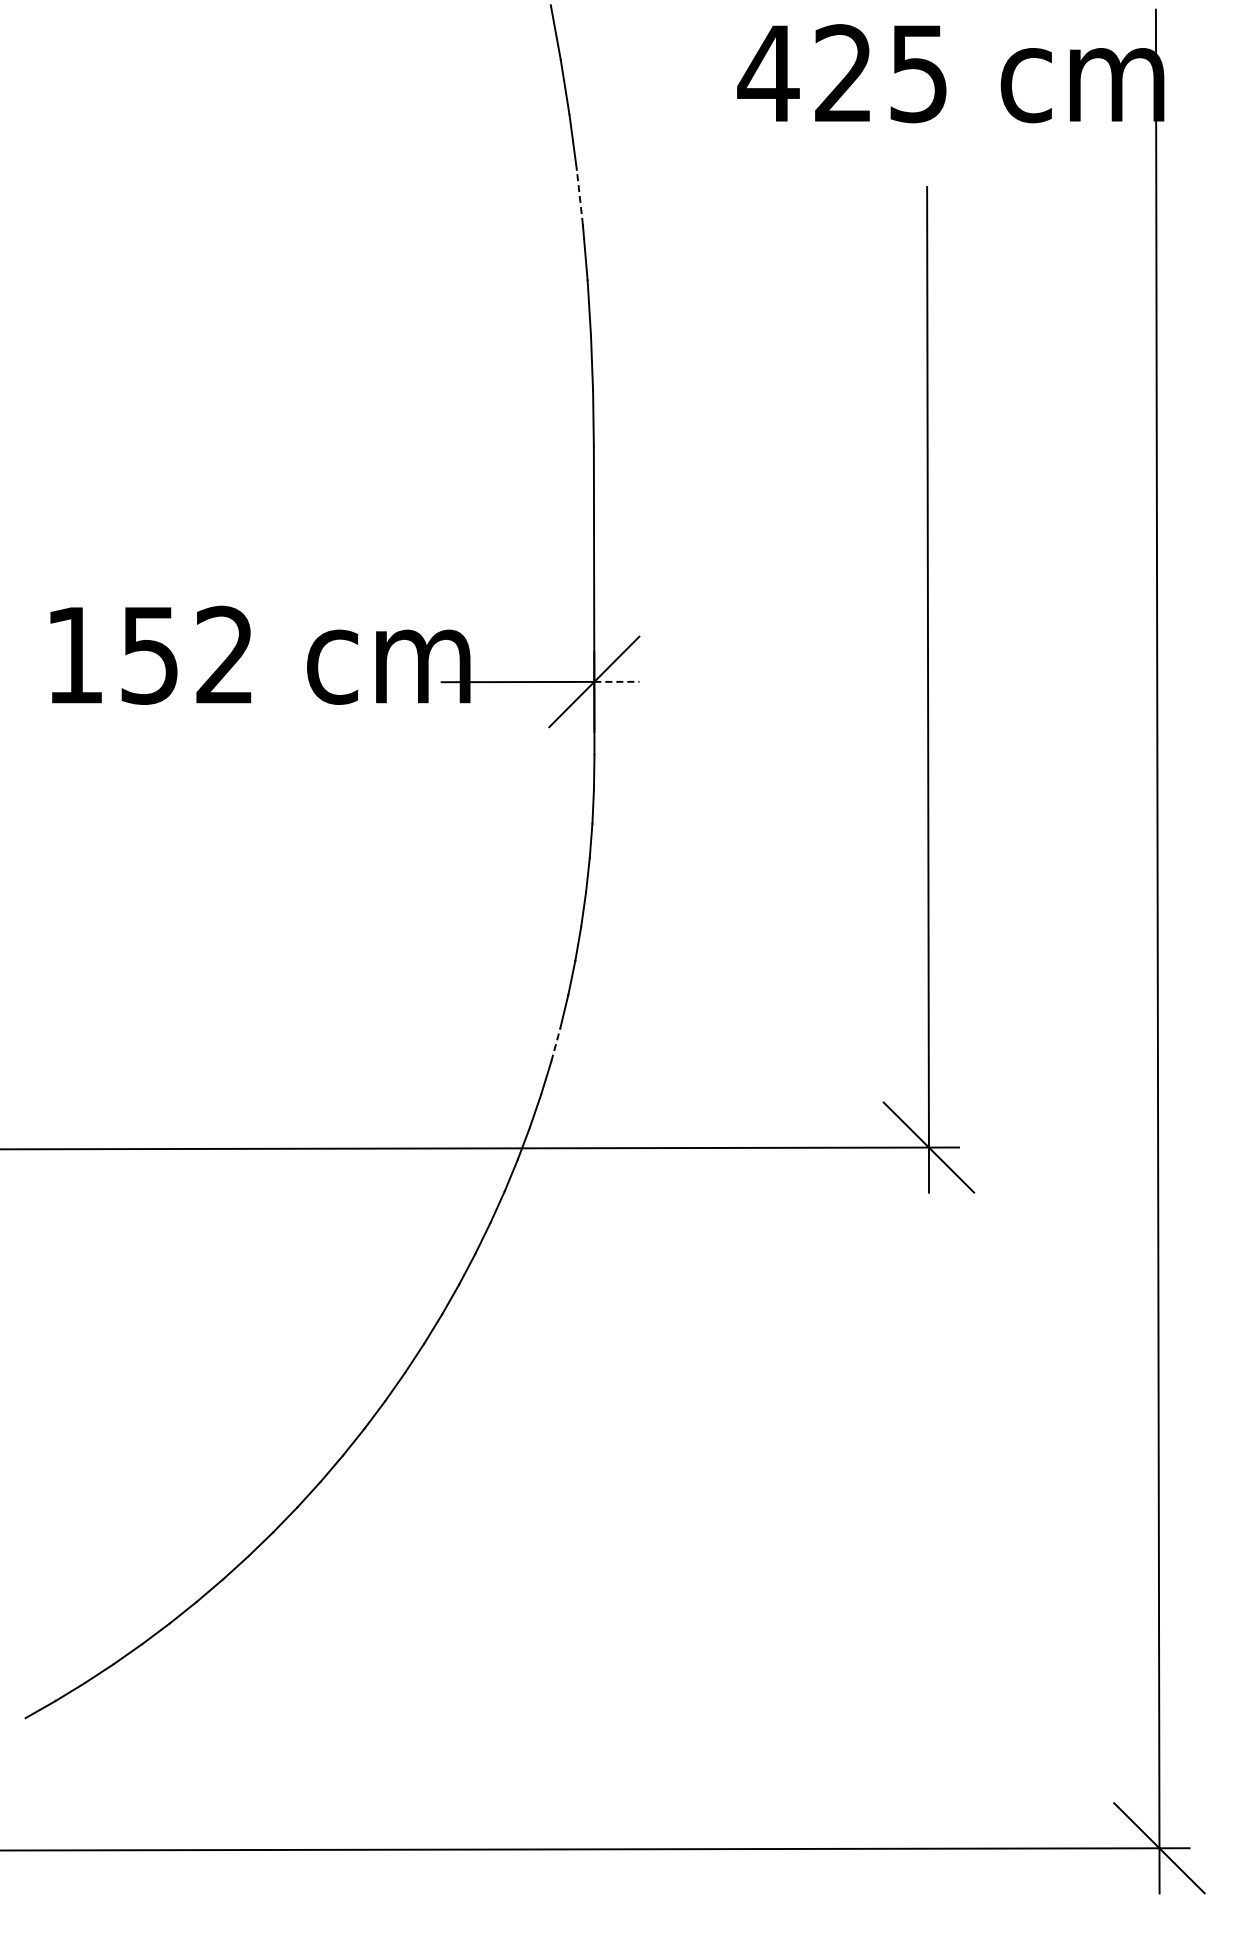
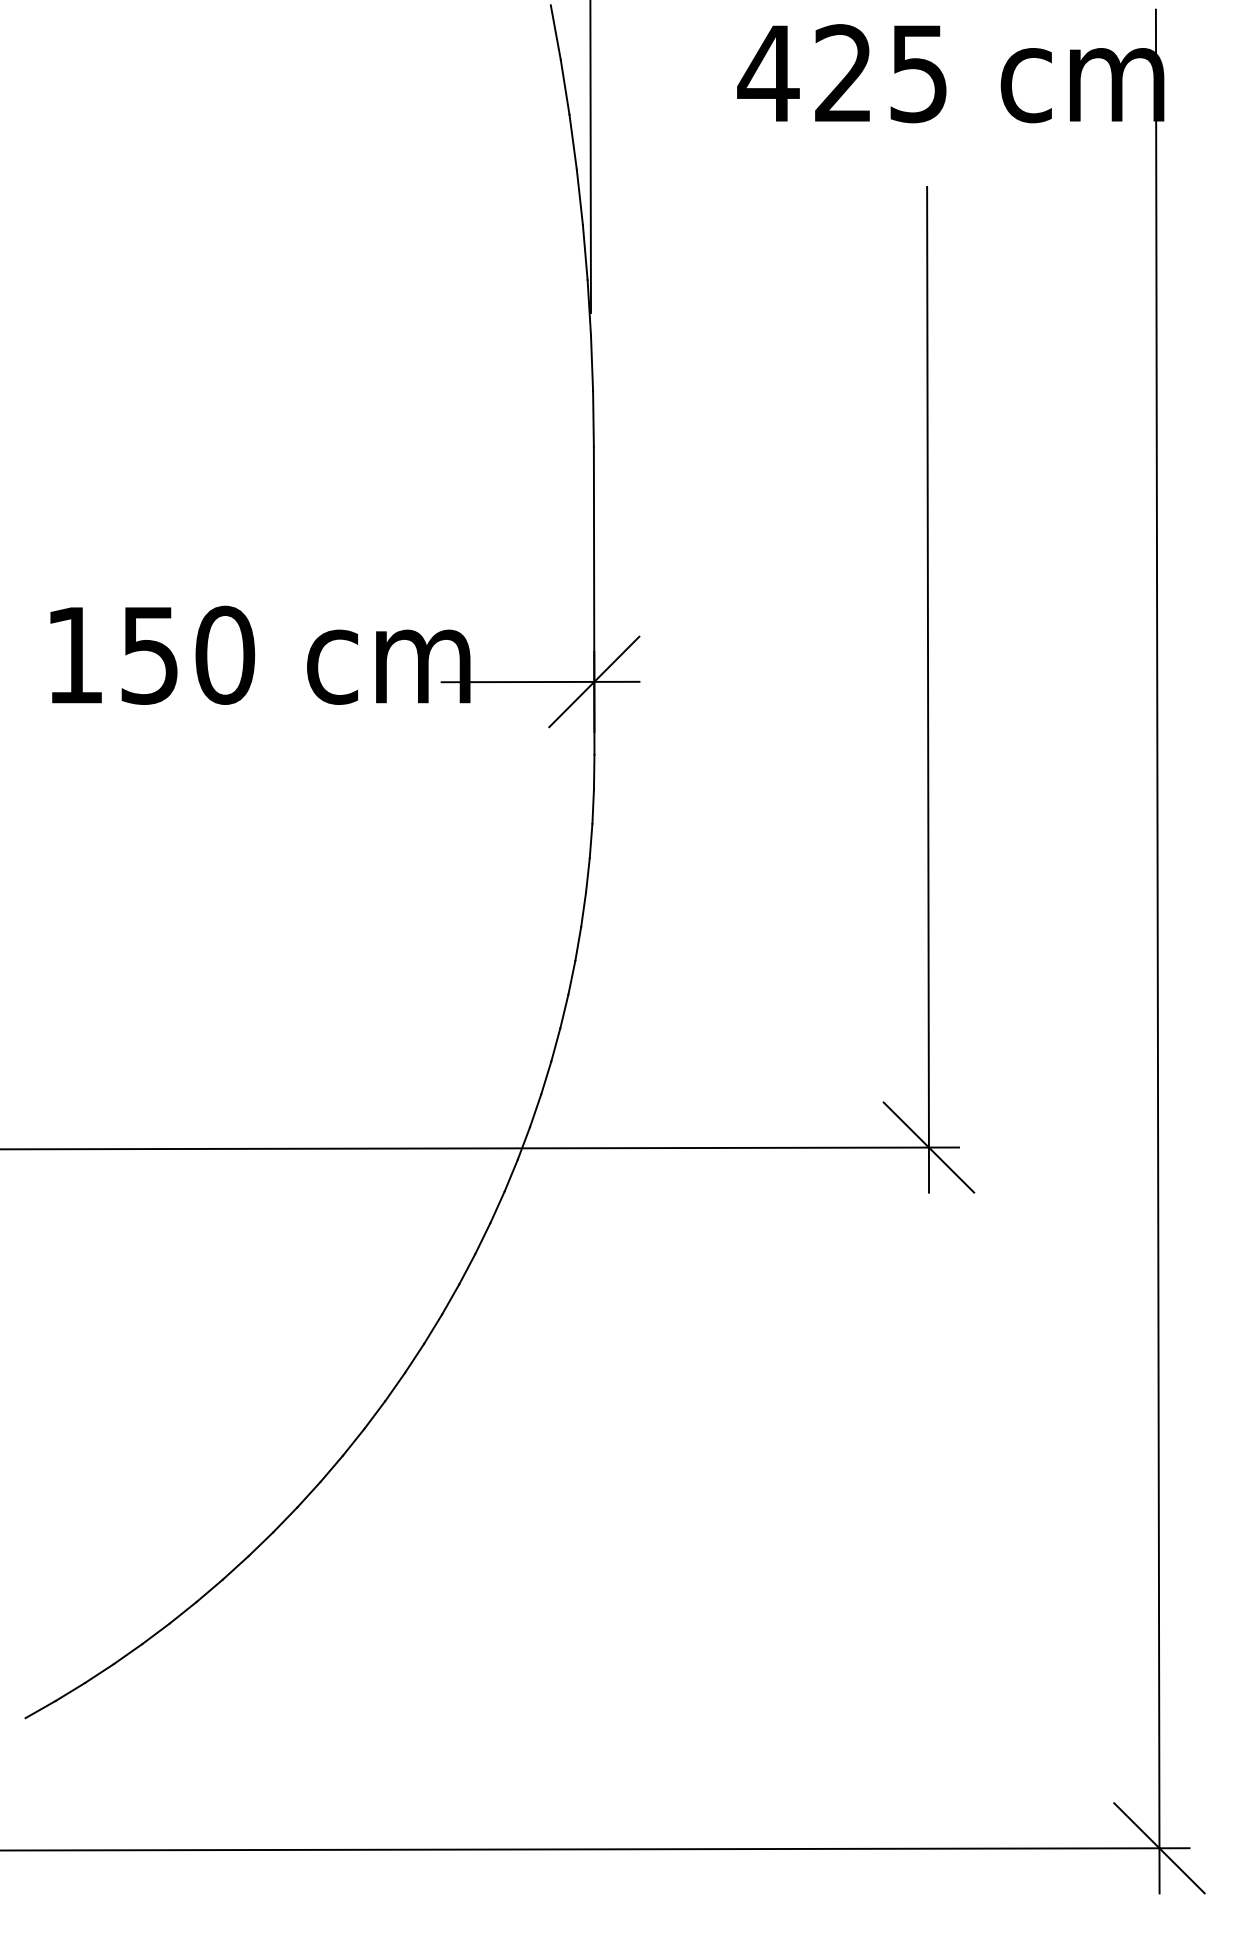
line at (590, 157): none -> present
line at (579, 197): dashed -> solid
text at (225, 654): 152 -> 150
line at (616, 681): dashed -> solid
line at (555, 1044): dashed -> solid
